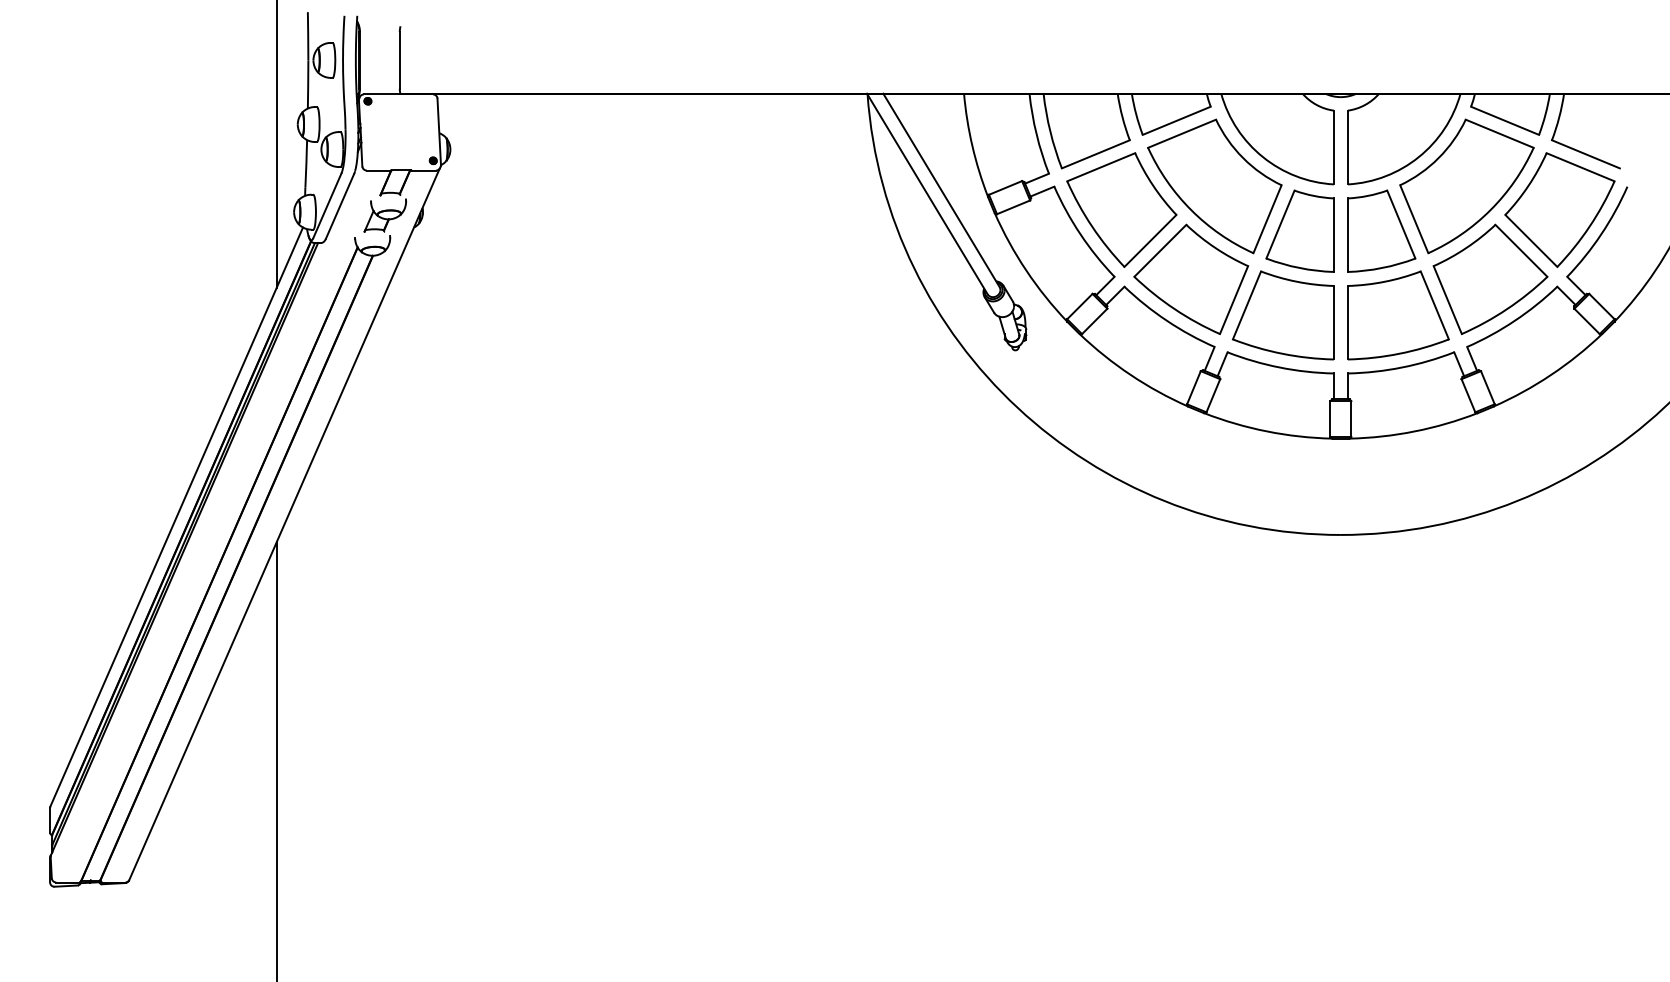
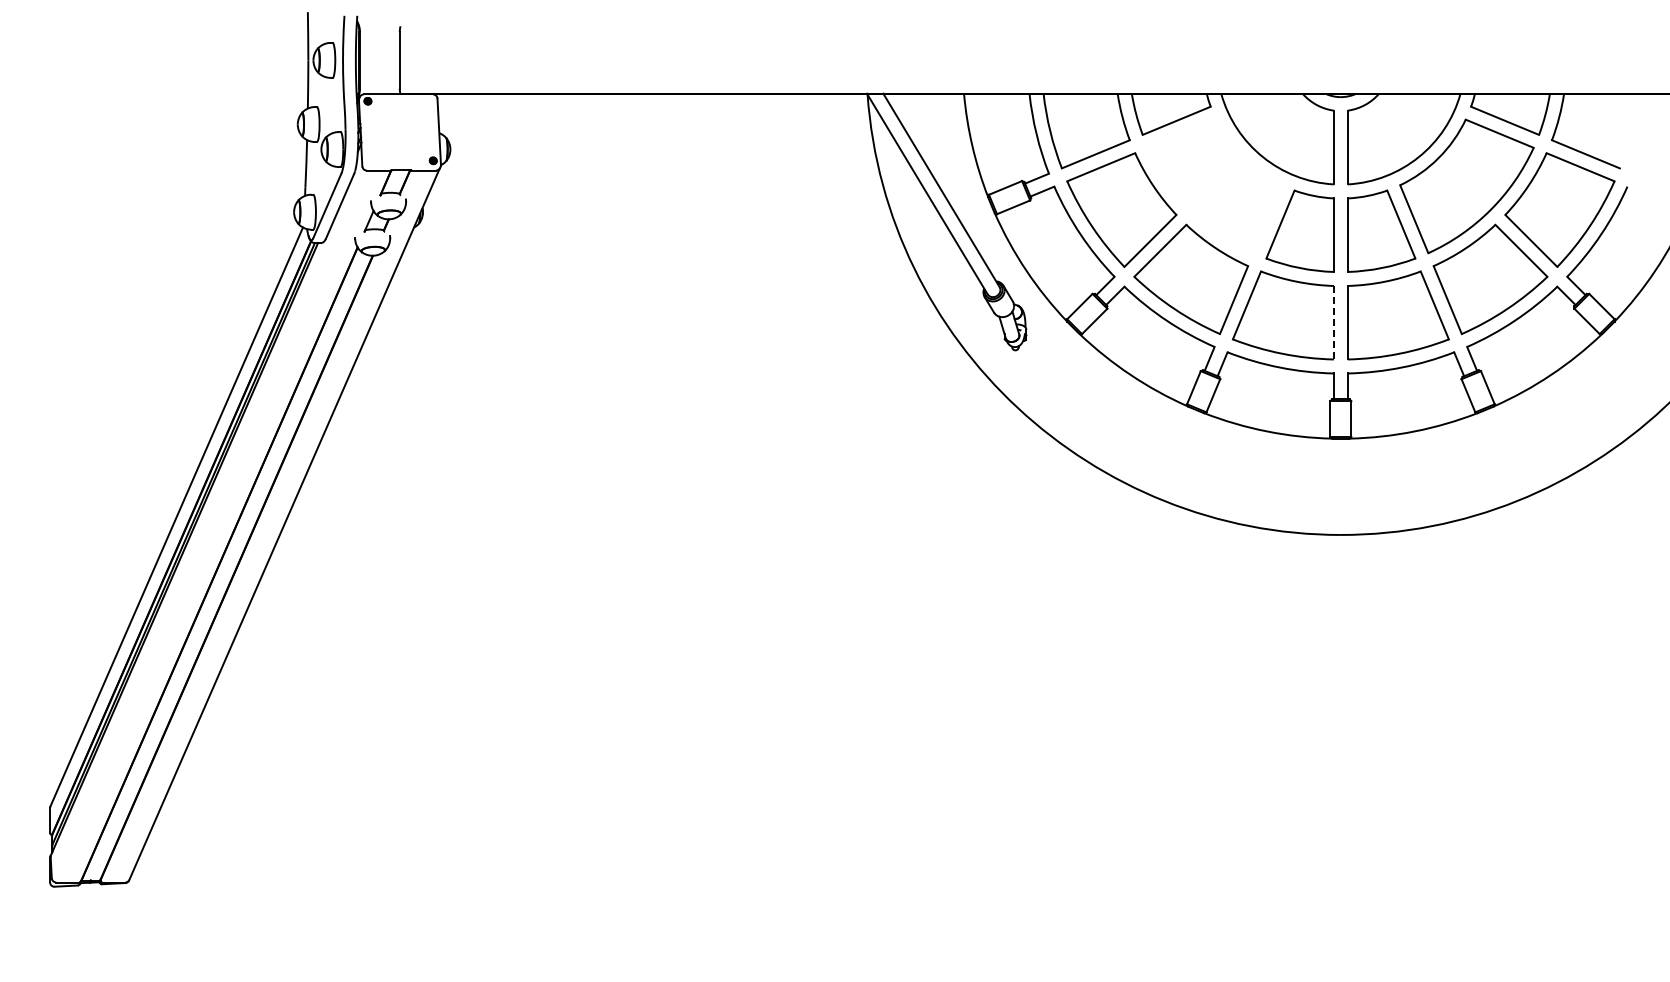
line at (276, 144): present -> none
part at (1214, 186): present -> none
line at (1333, 322): solid -> dashed
line at (276, 760): present -> none
